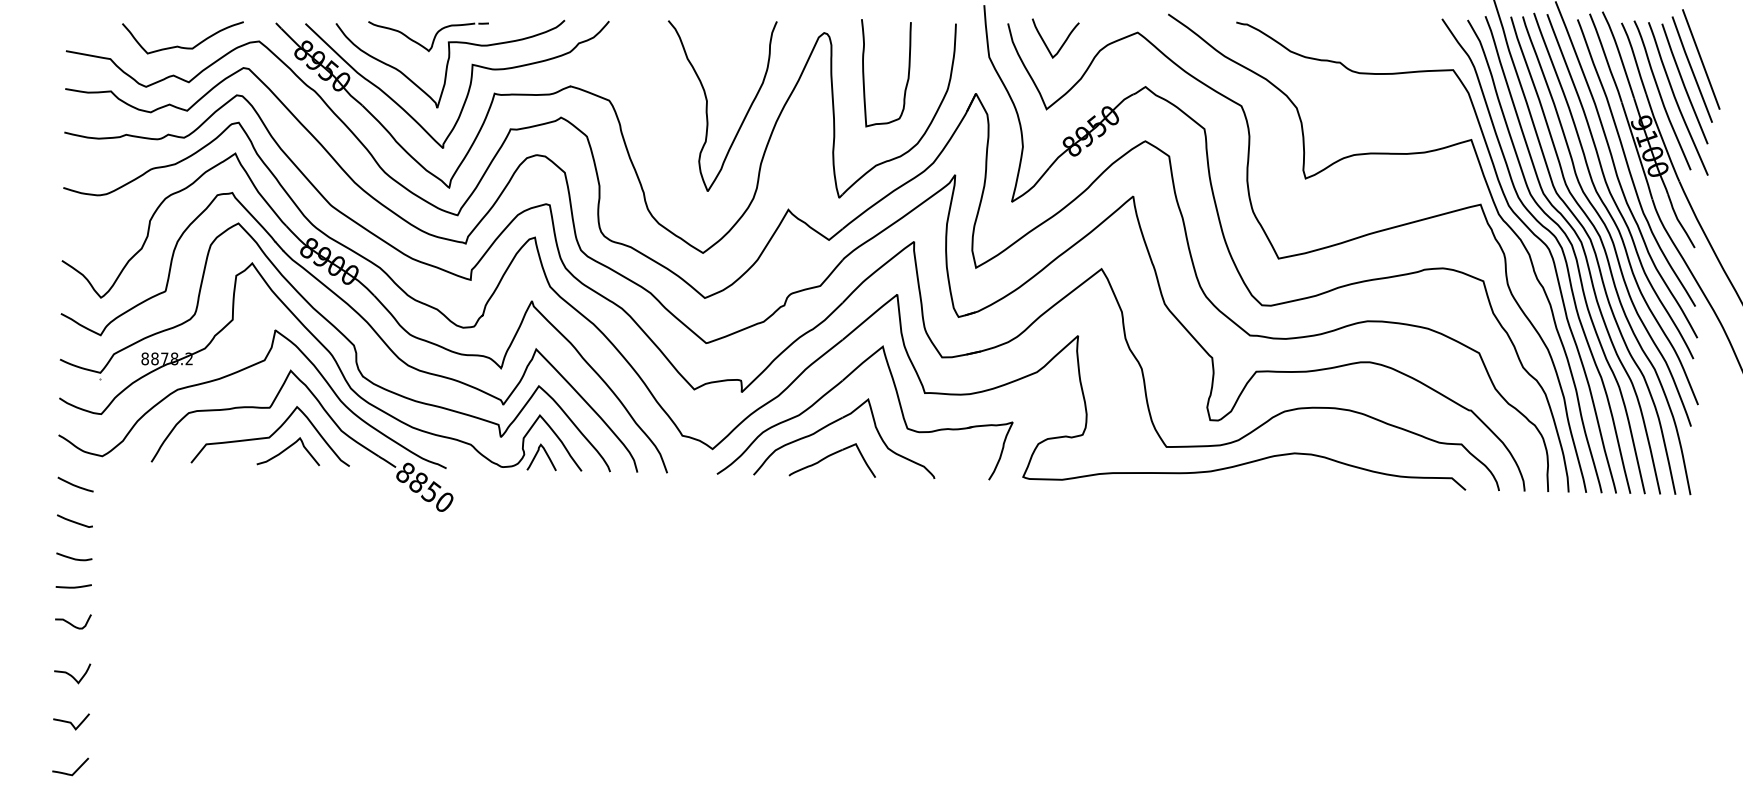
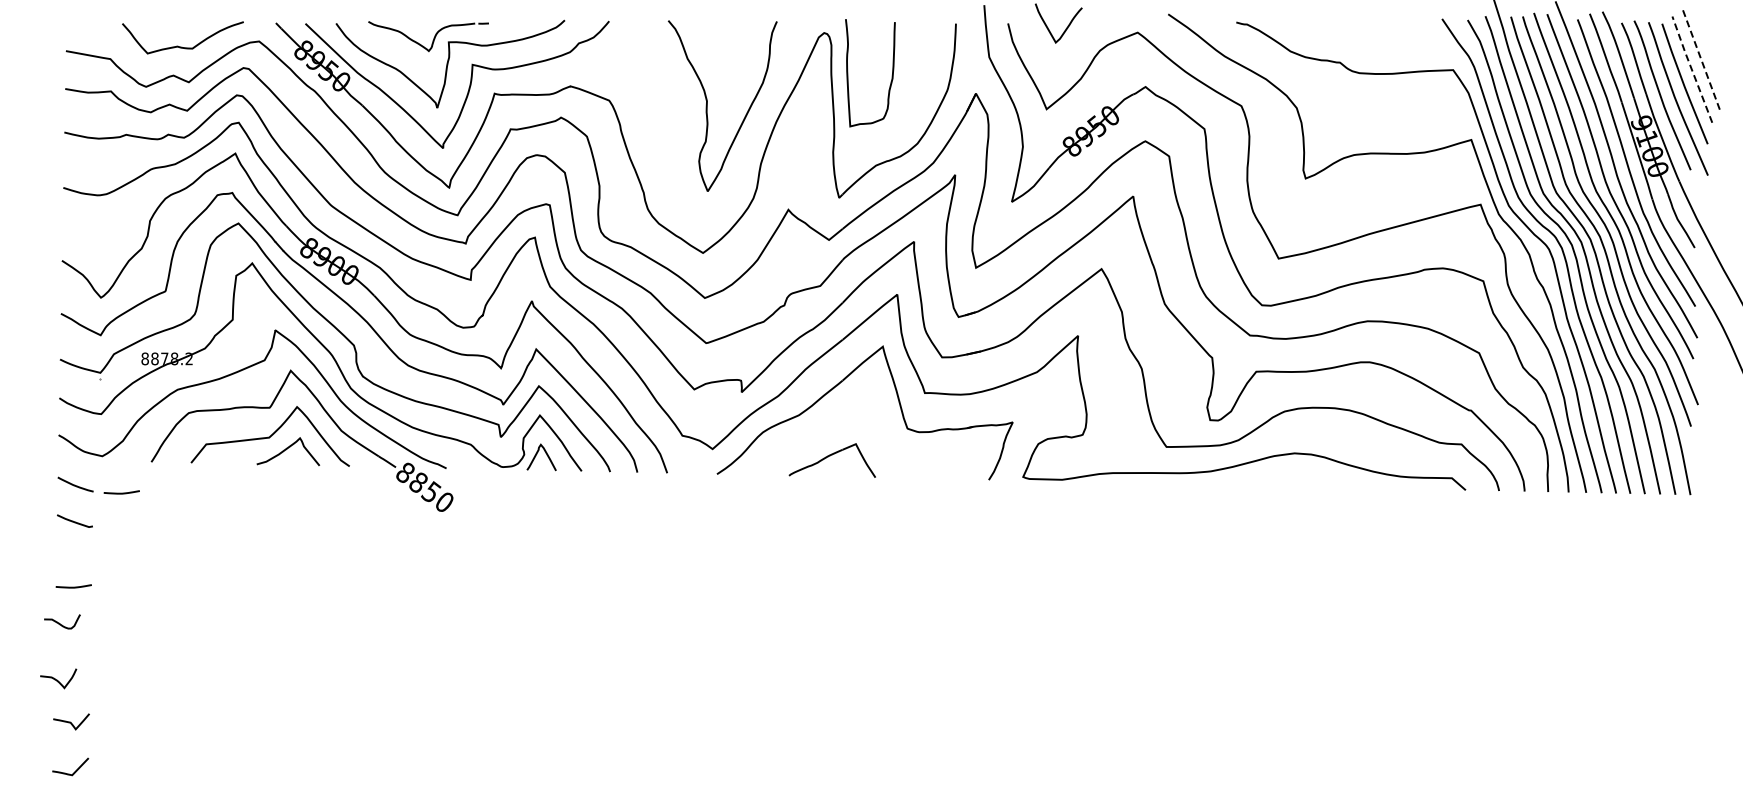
curve at (1062, 43) position: (1062, 43) -> (1065, 28)
line at (1701, 59): solid -> dashed
line at (1691, 68): solid -> dashed
curve at (907, 75) position: (907, 75) -> (891, 75)
part at (835, 422): present -> none
line at (121, 492): none -> present
curve at (74, 558): present -> none
curve at (71, 623) position: (71, 623) -> (60, 623)
curve at (71, 674) position: (71, 674) -> (57, 679)
